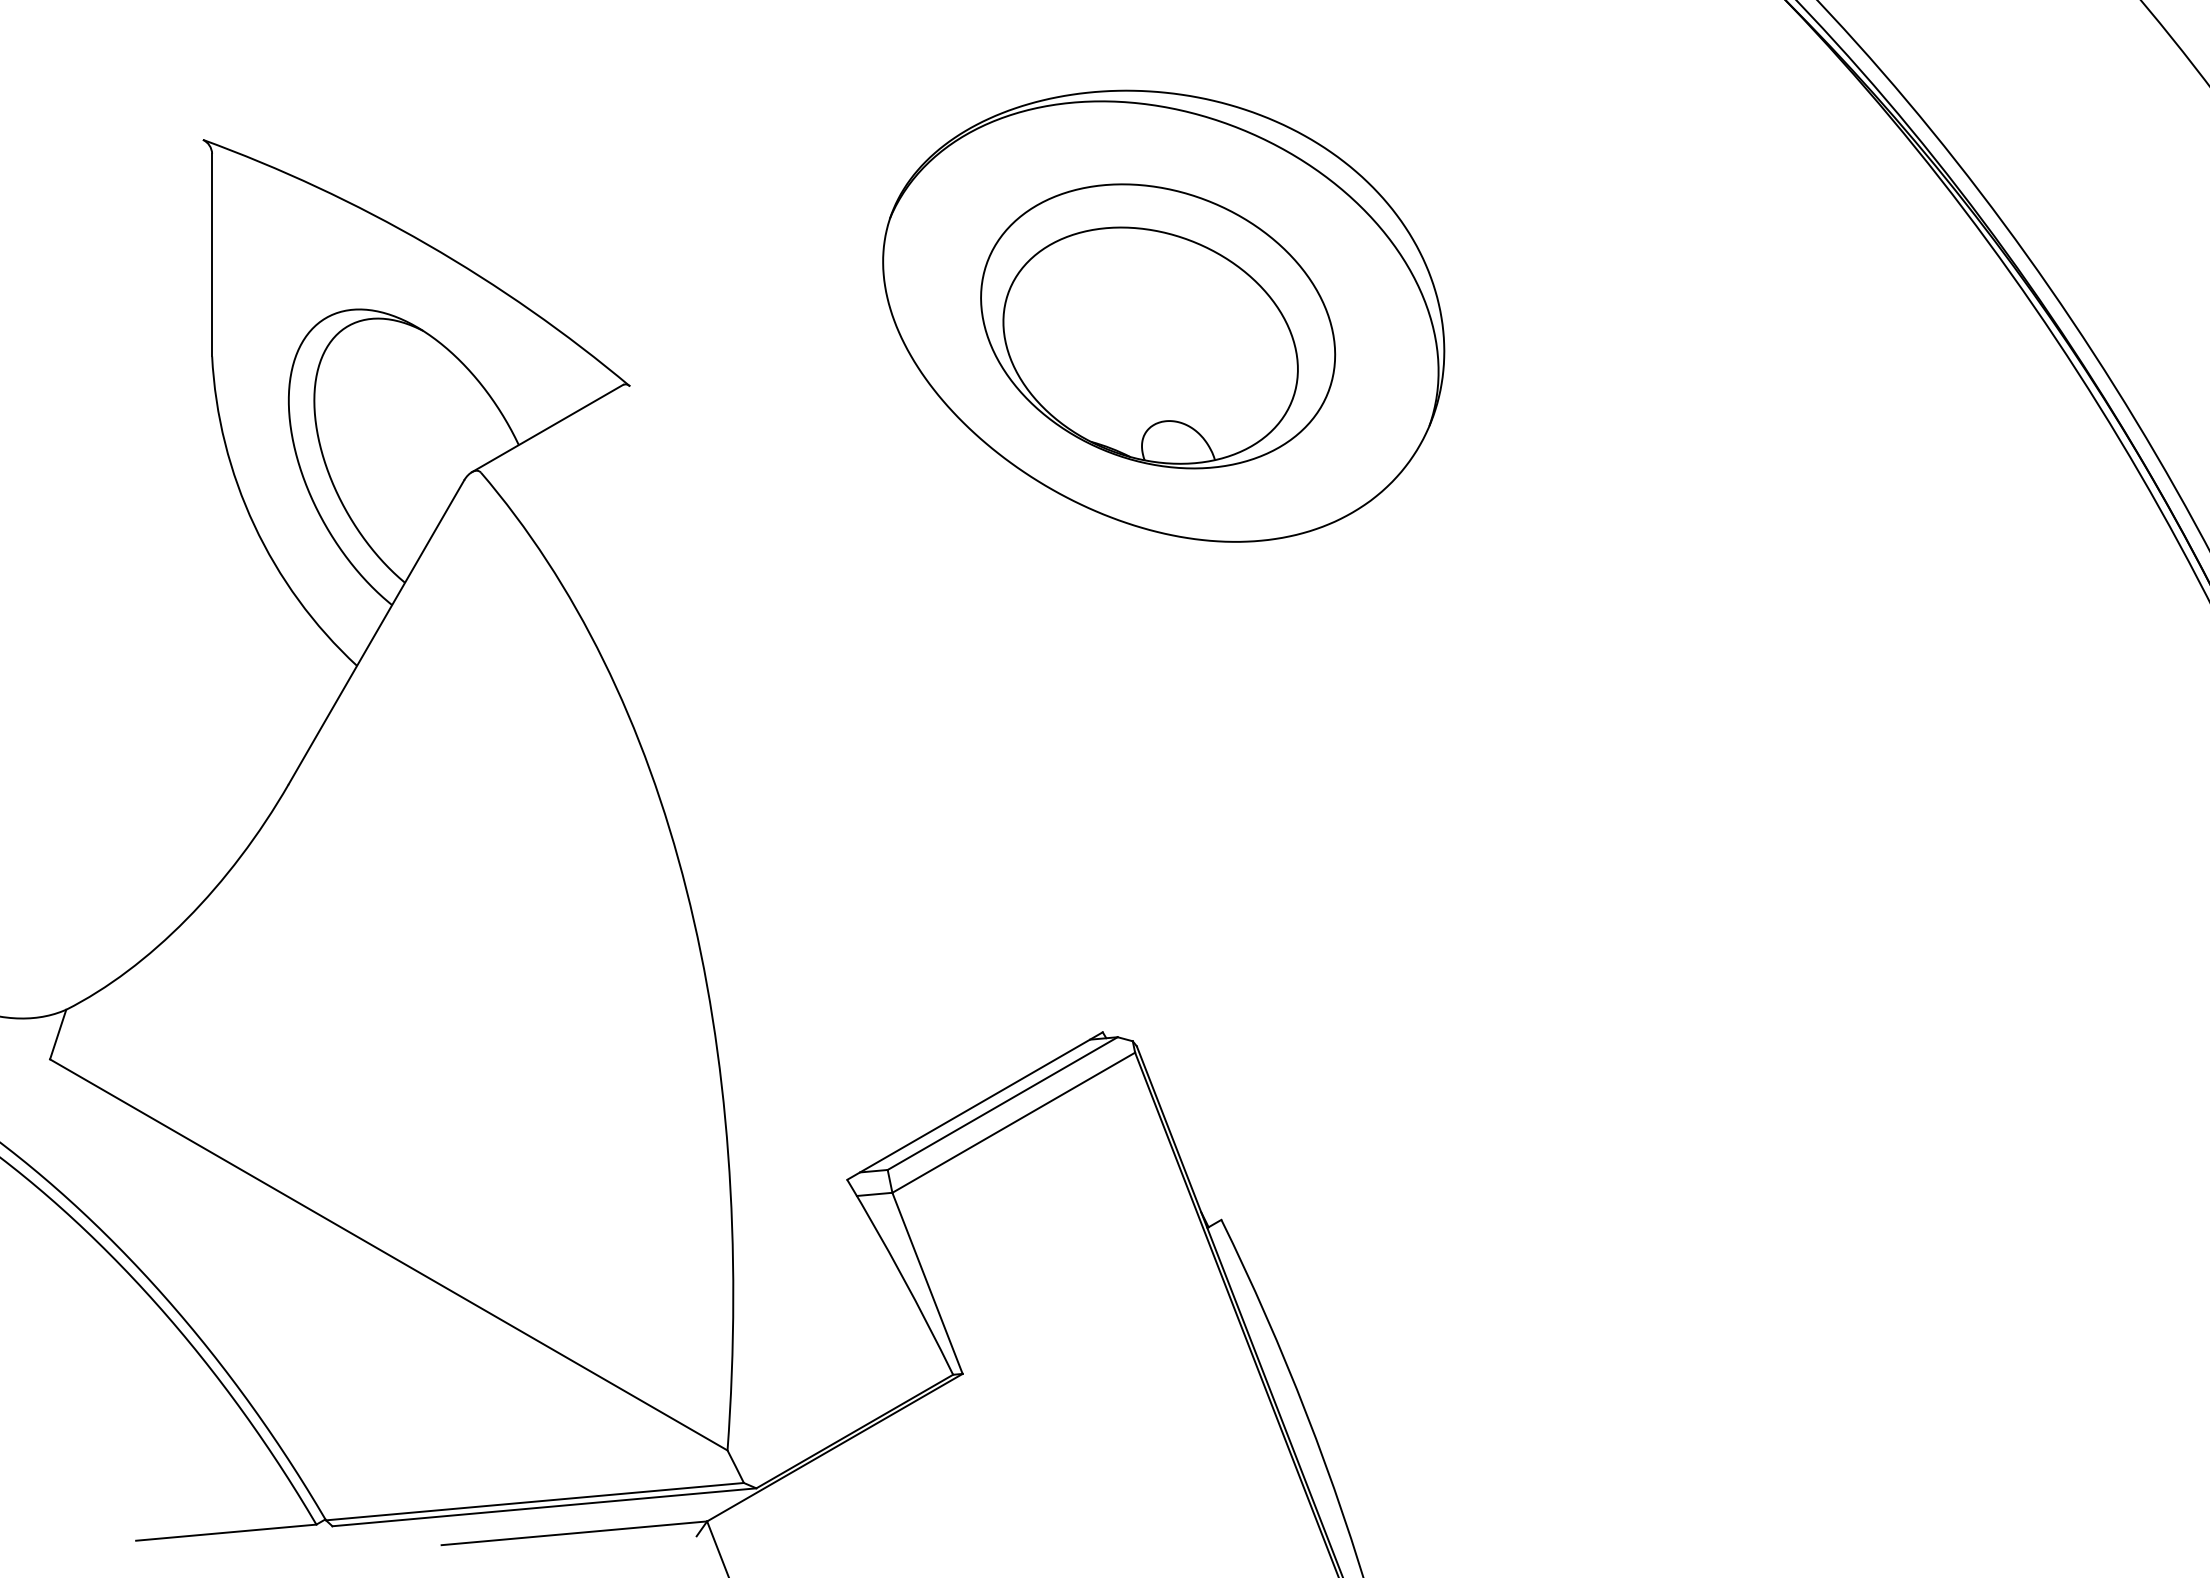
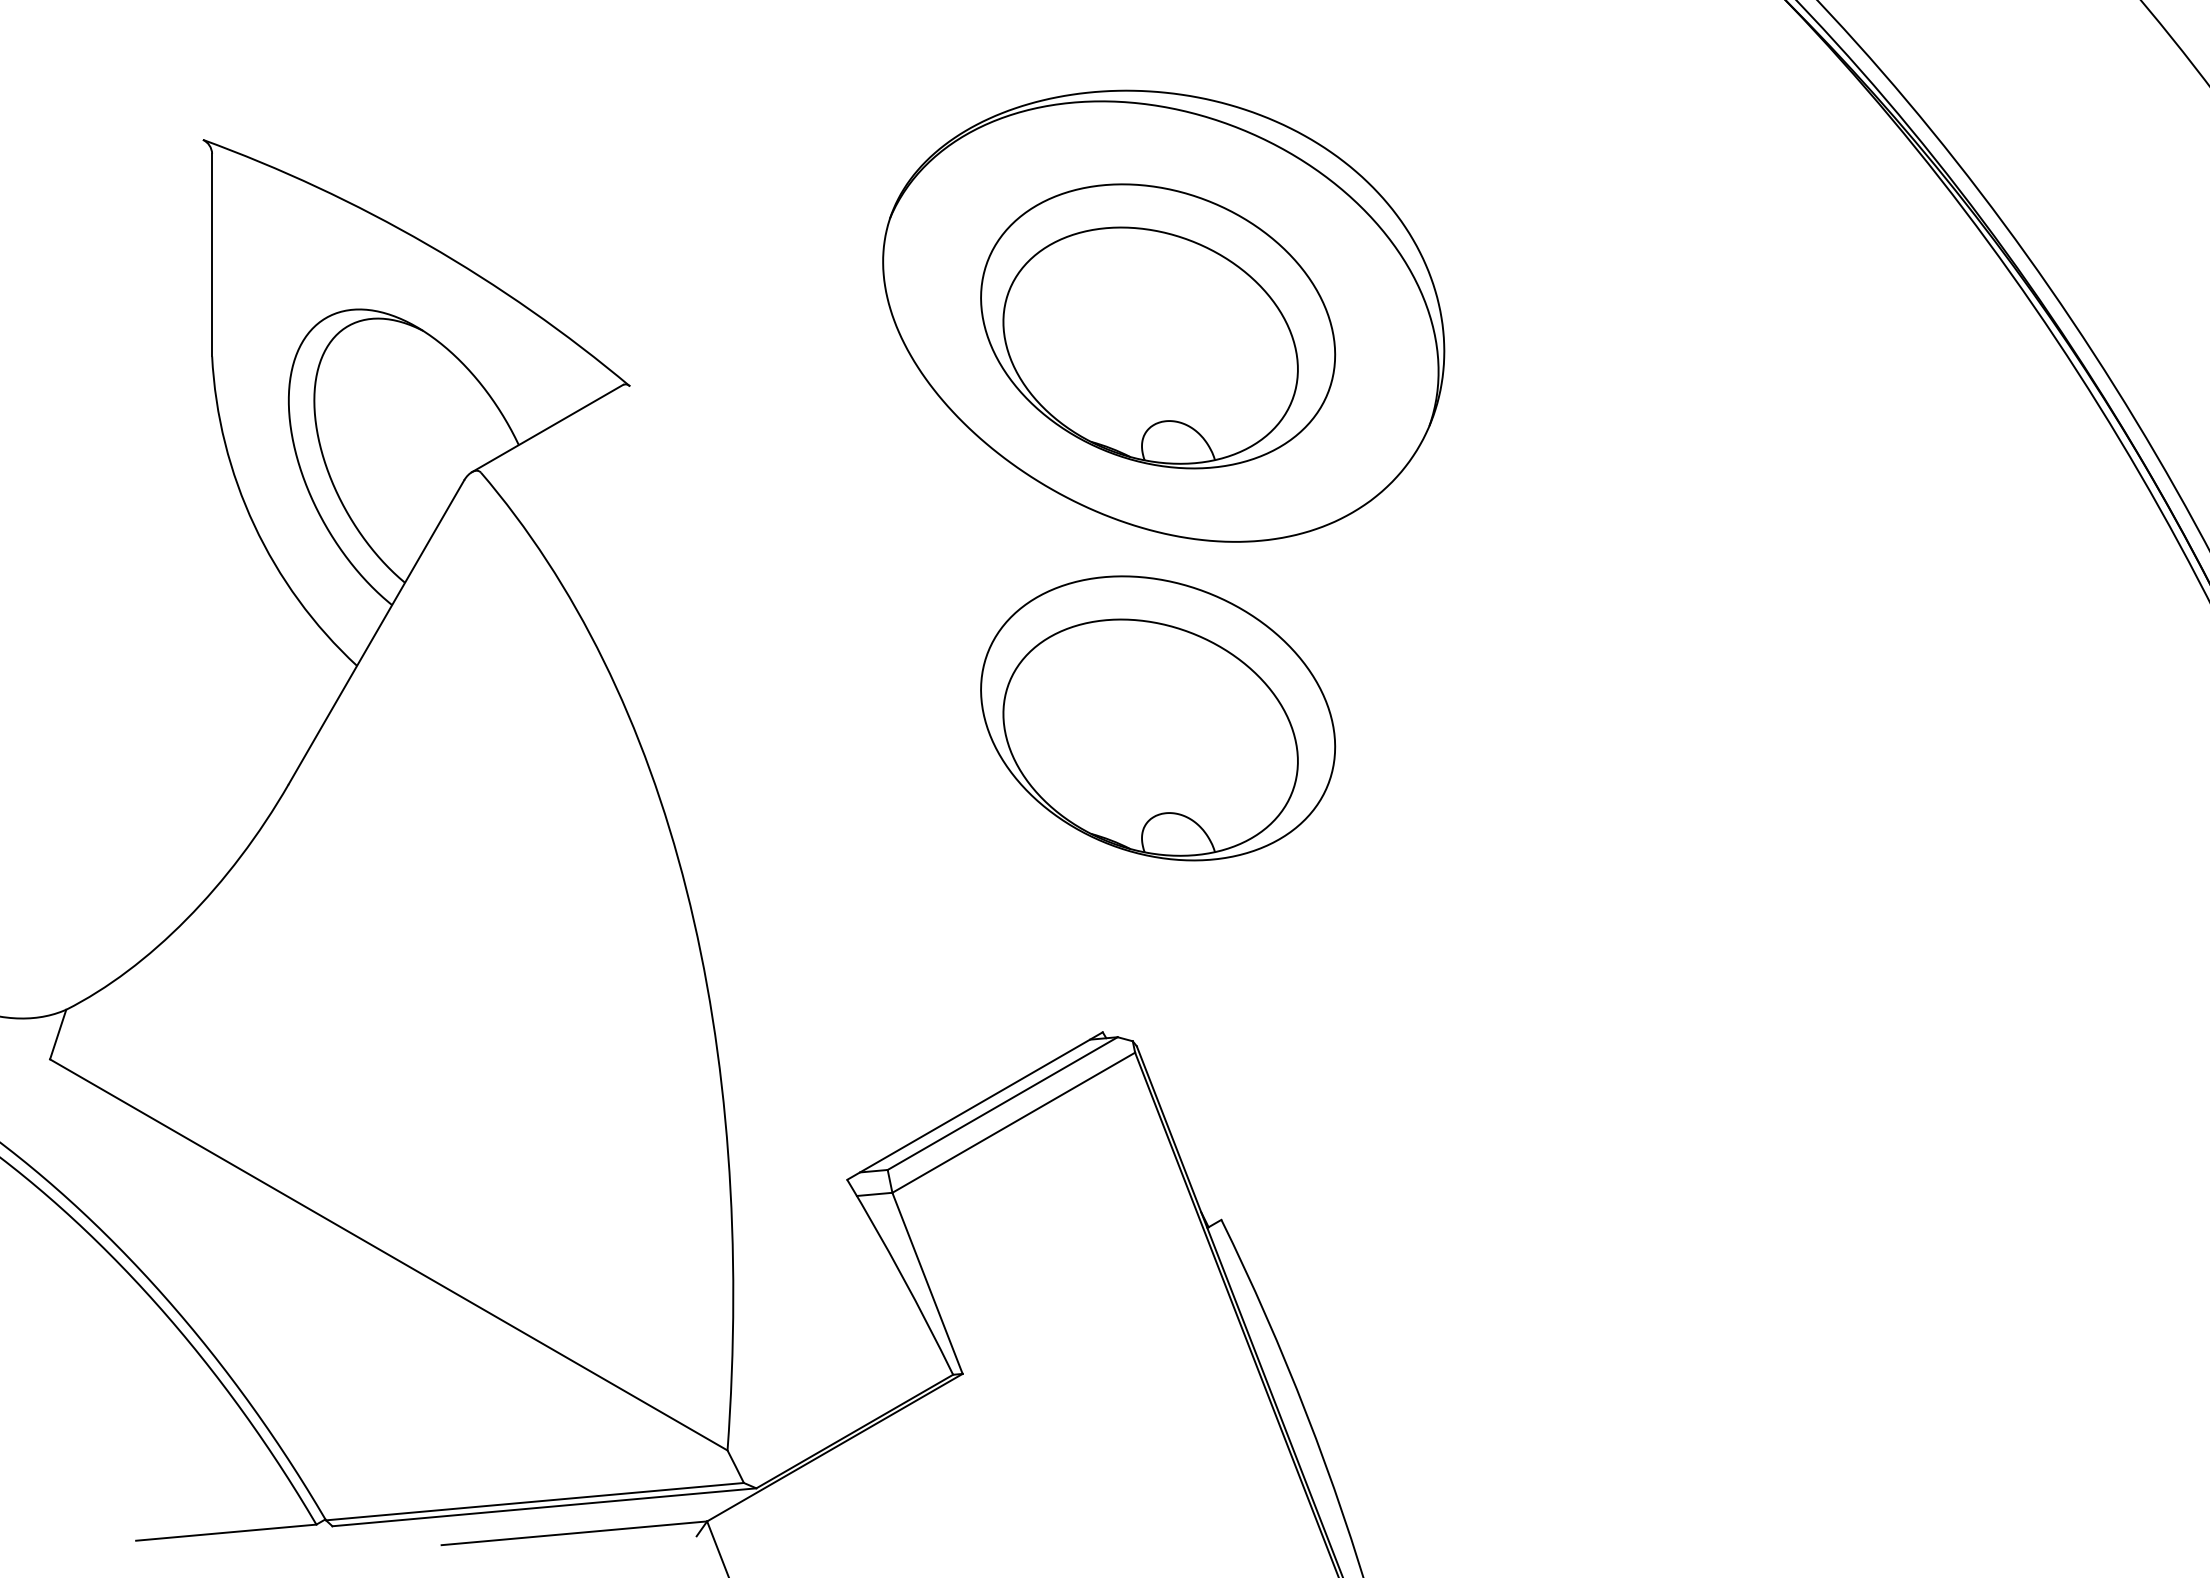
part at (1158, 718): none -> present
